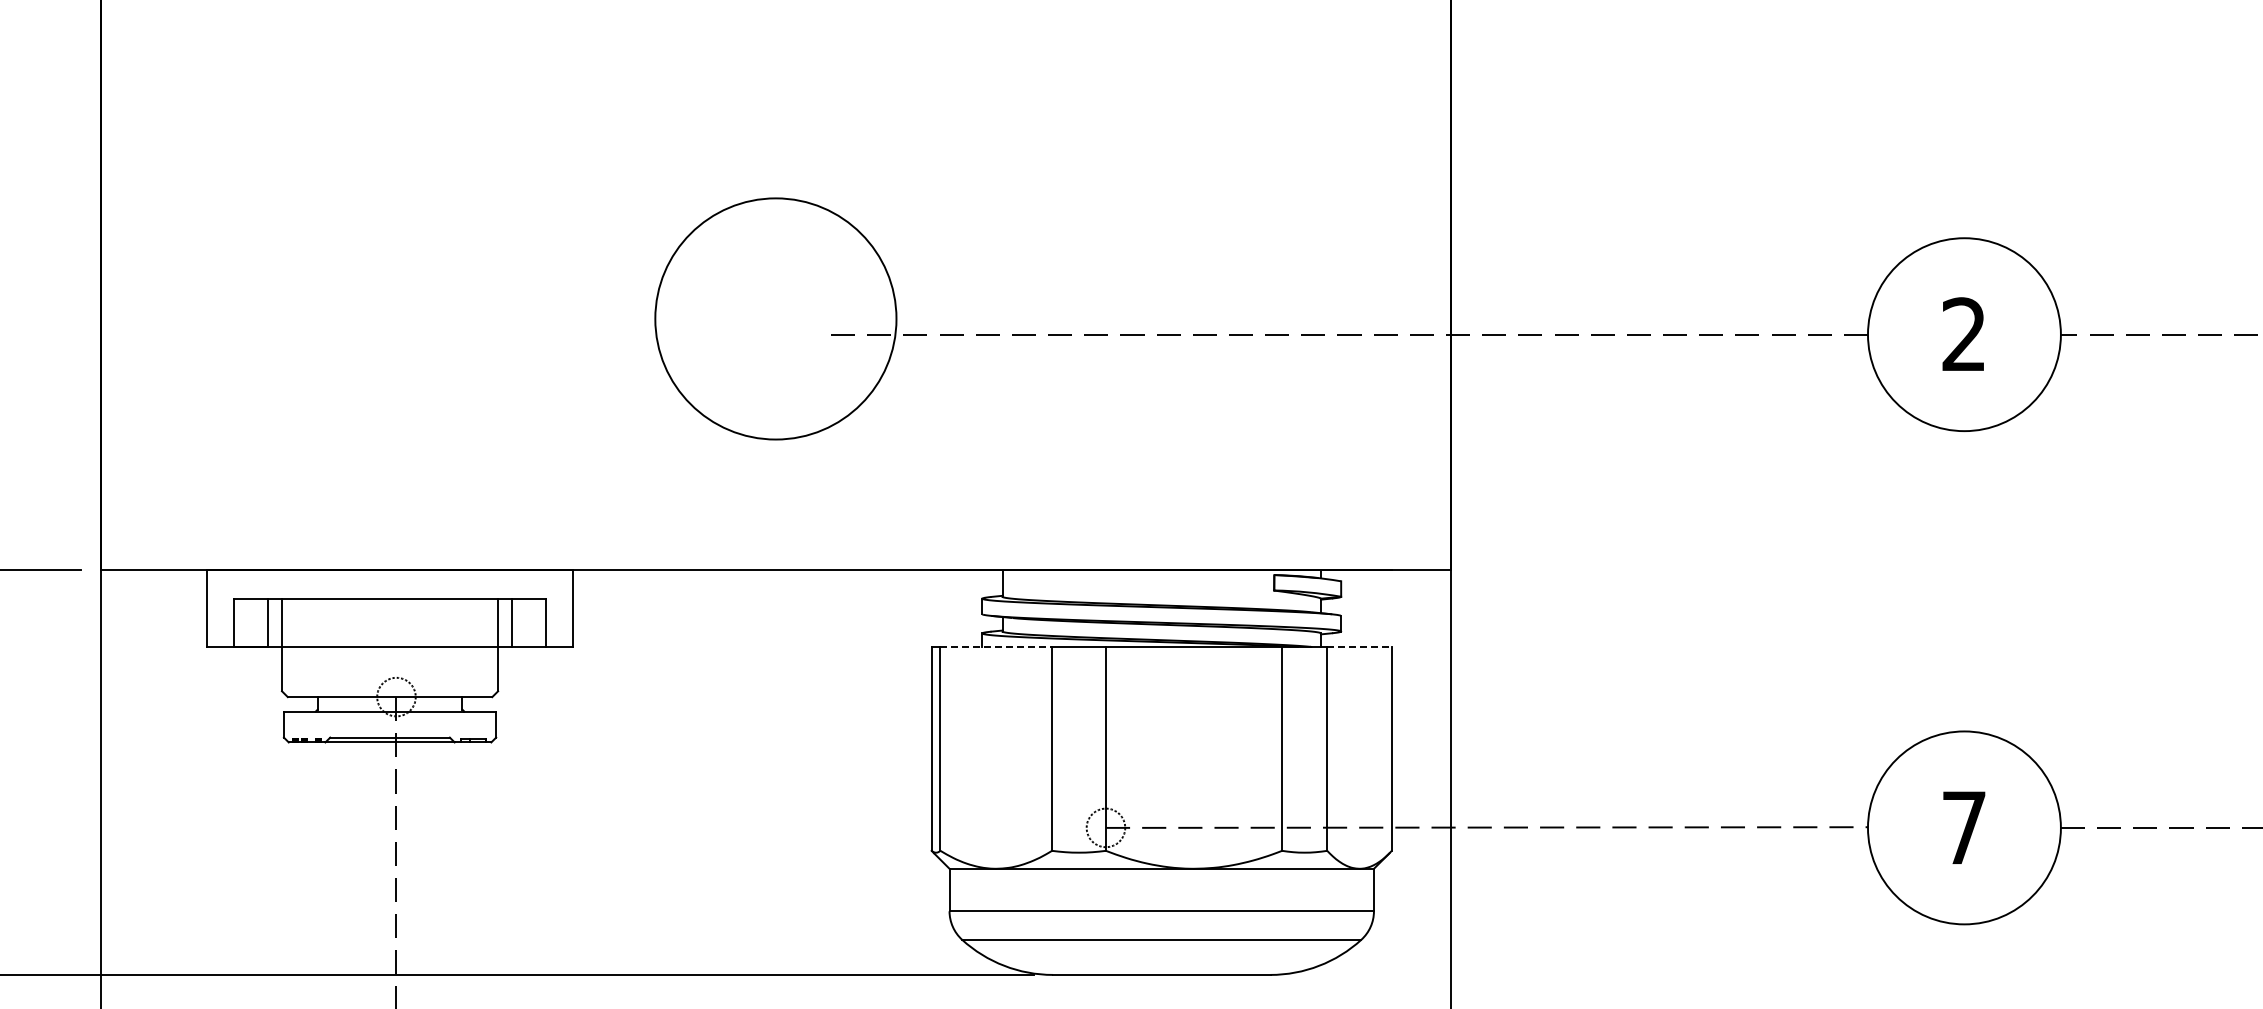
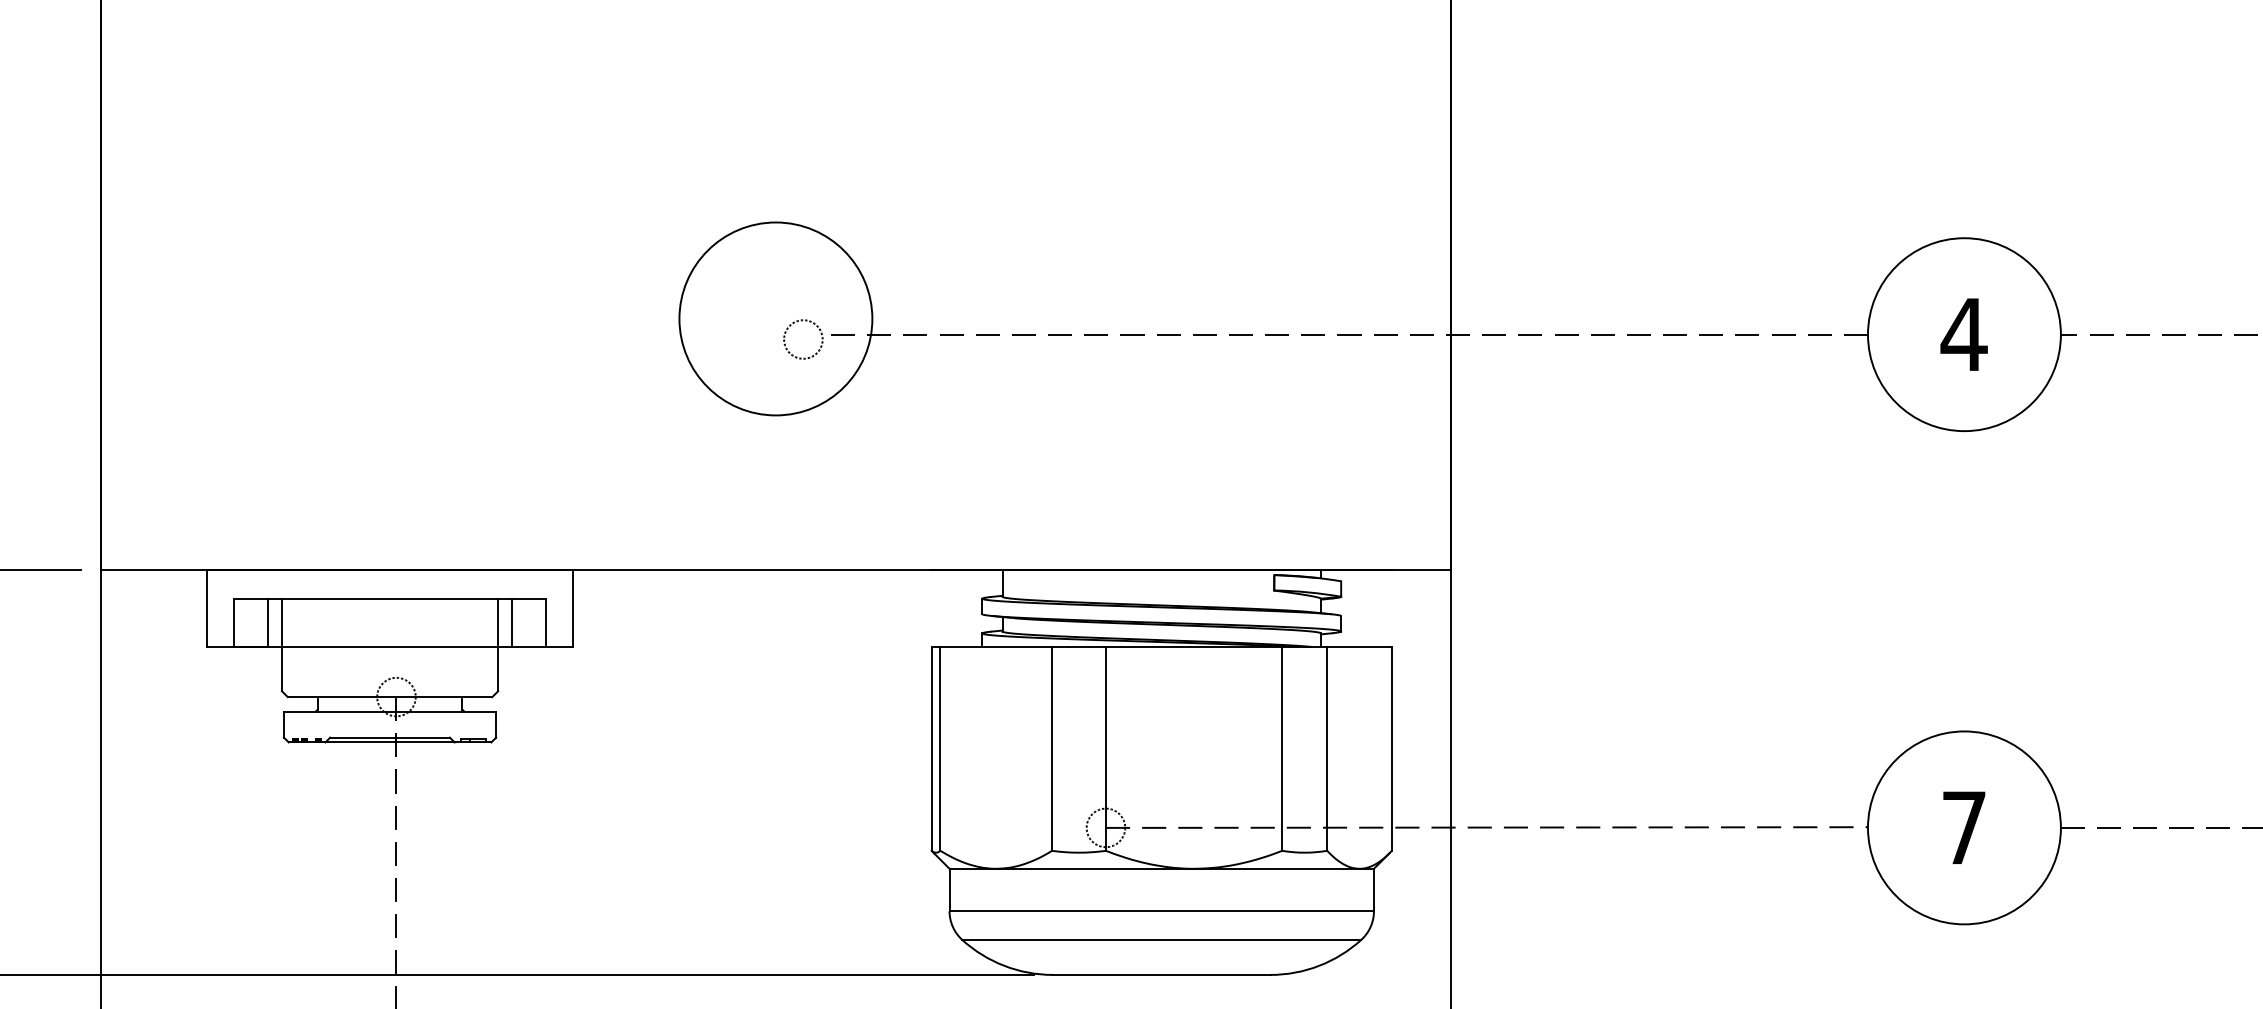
circle at (775, 318) diameter: 241 px -> 193 px
part at (802, 321): none -> present
text at (1963, 333): 2 -> 4
line at (996, 646): dashed -> solid
line at (1360, 646): dashed -> solid
